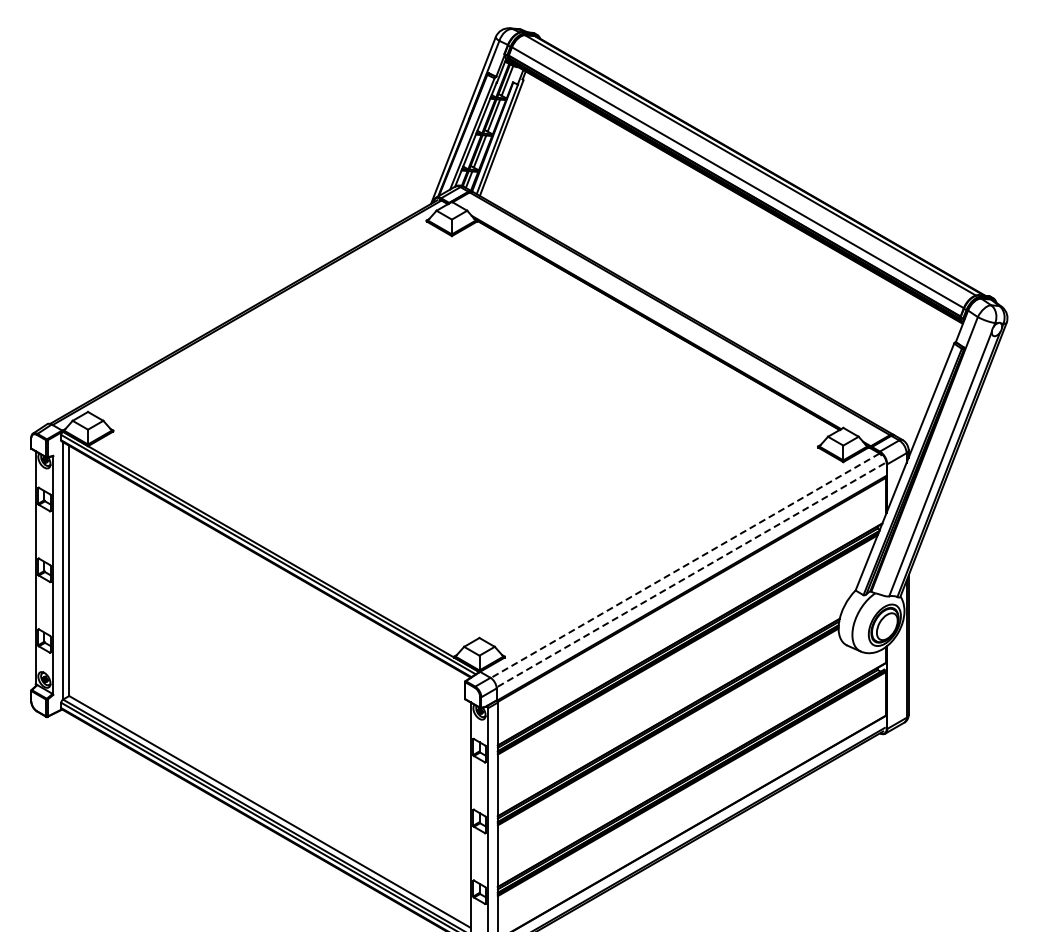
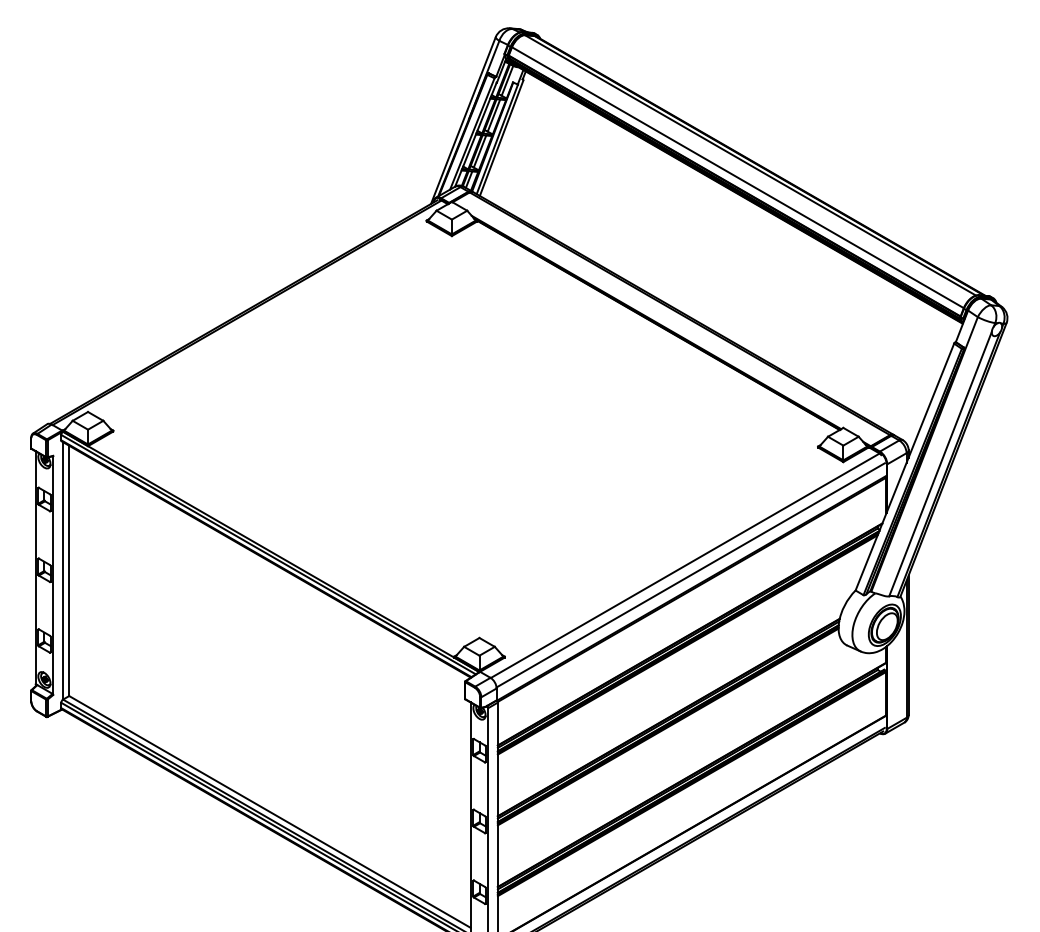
line at (684, 566): dashed -> solid
line at (690, 575): dashed -> solid
